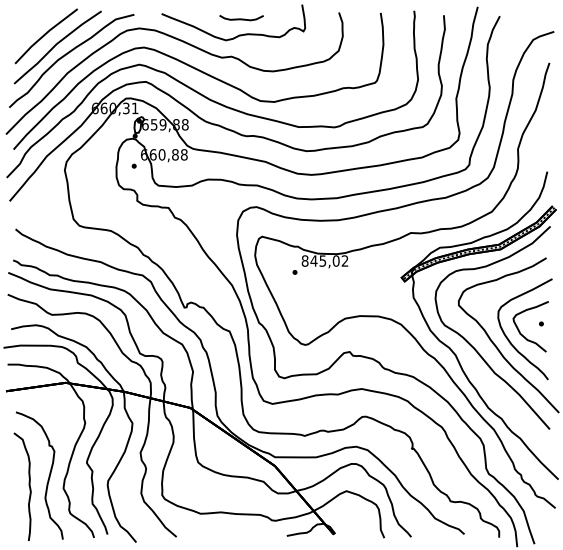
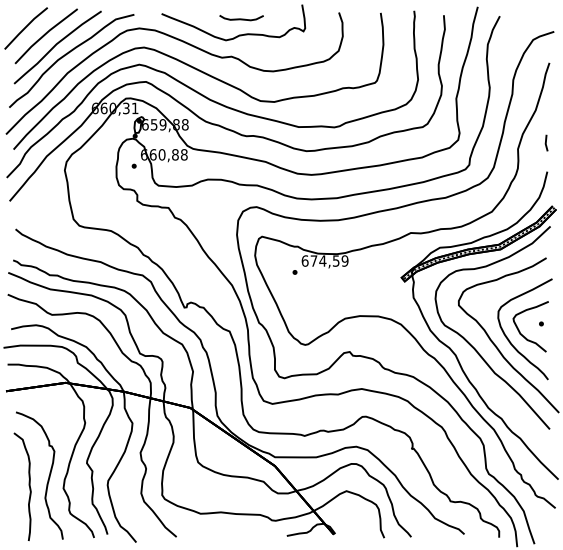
line at (25, 28): none -> present
line at (546, 142): none -> present
text at (324, 260): 845,02 -> 674,59
